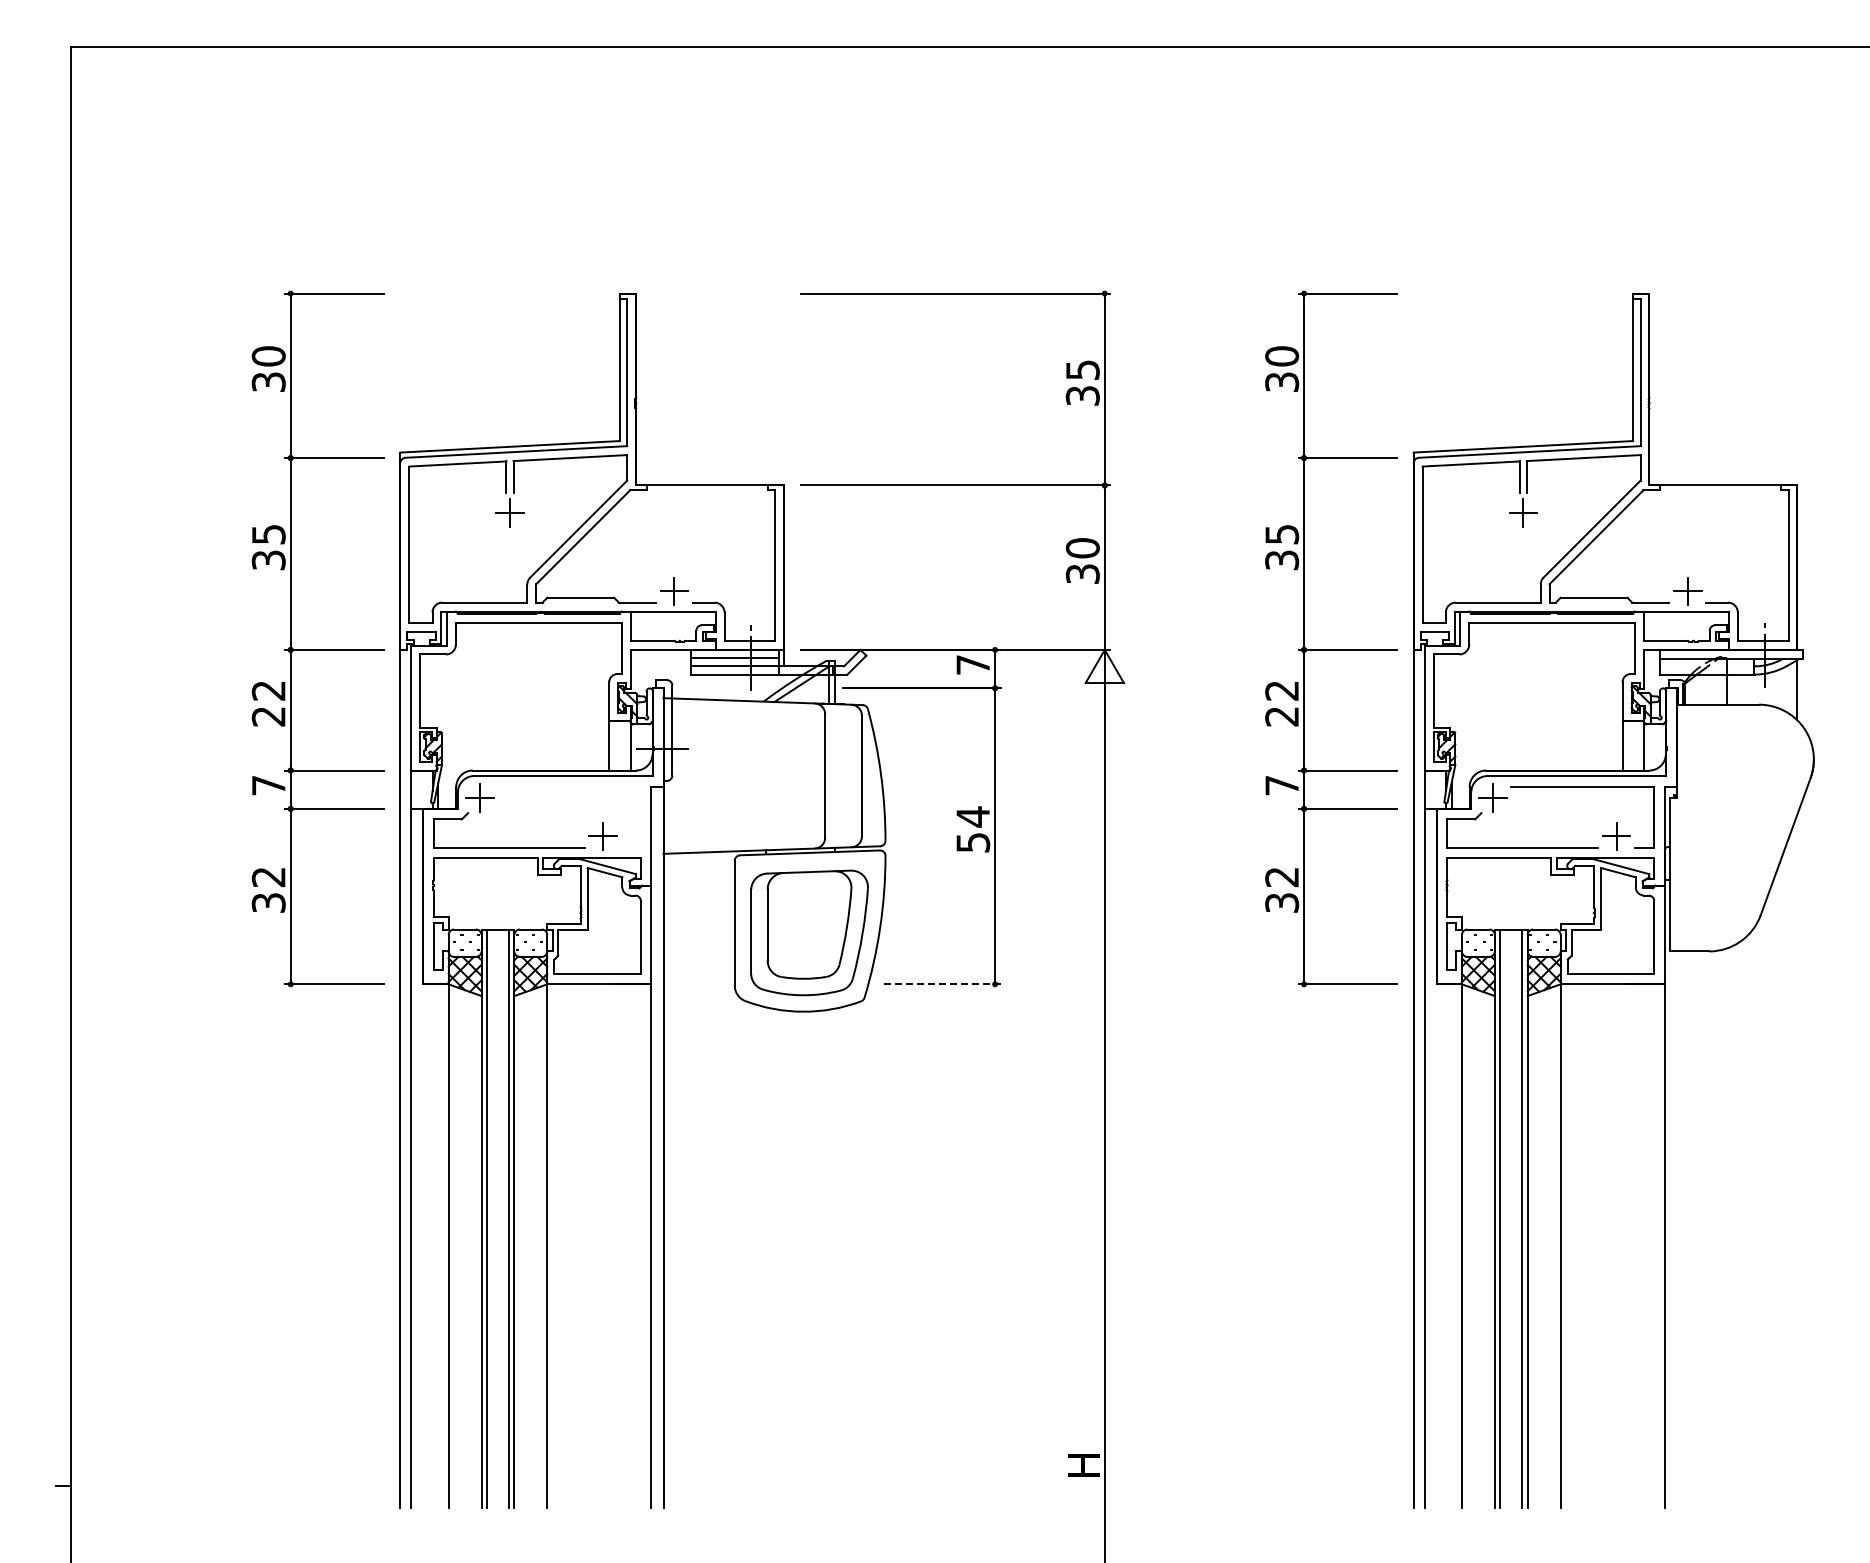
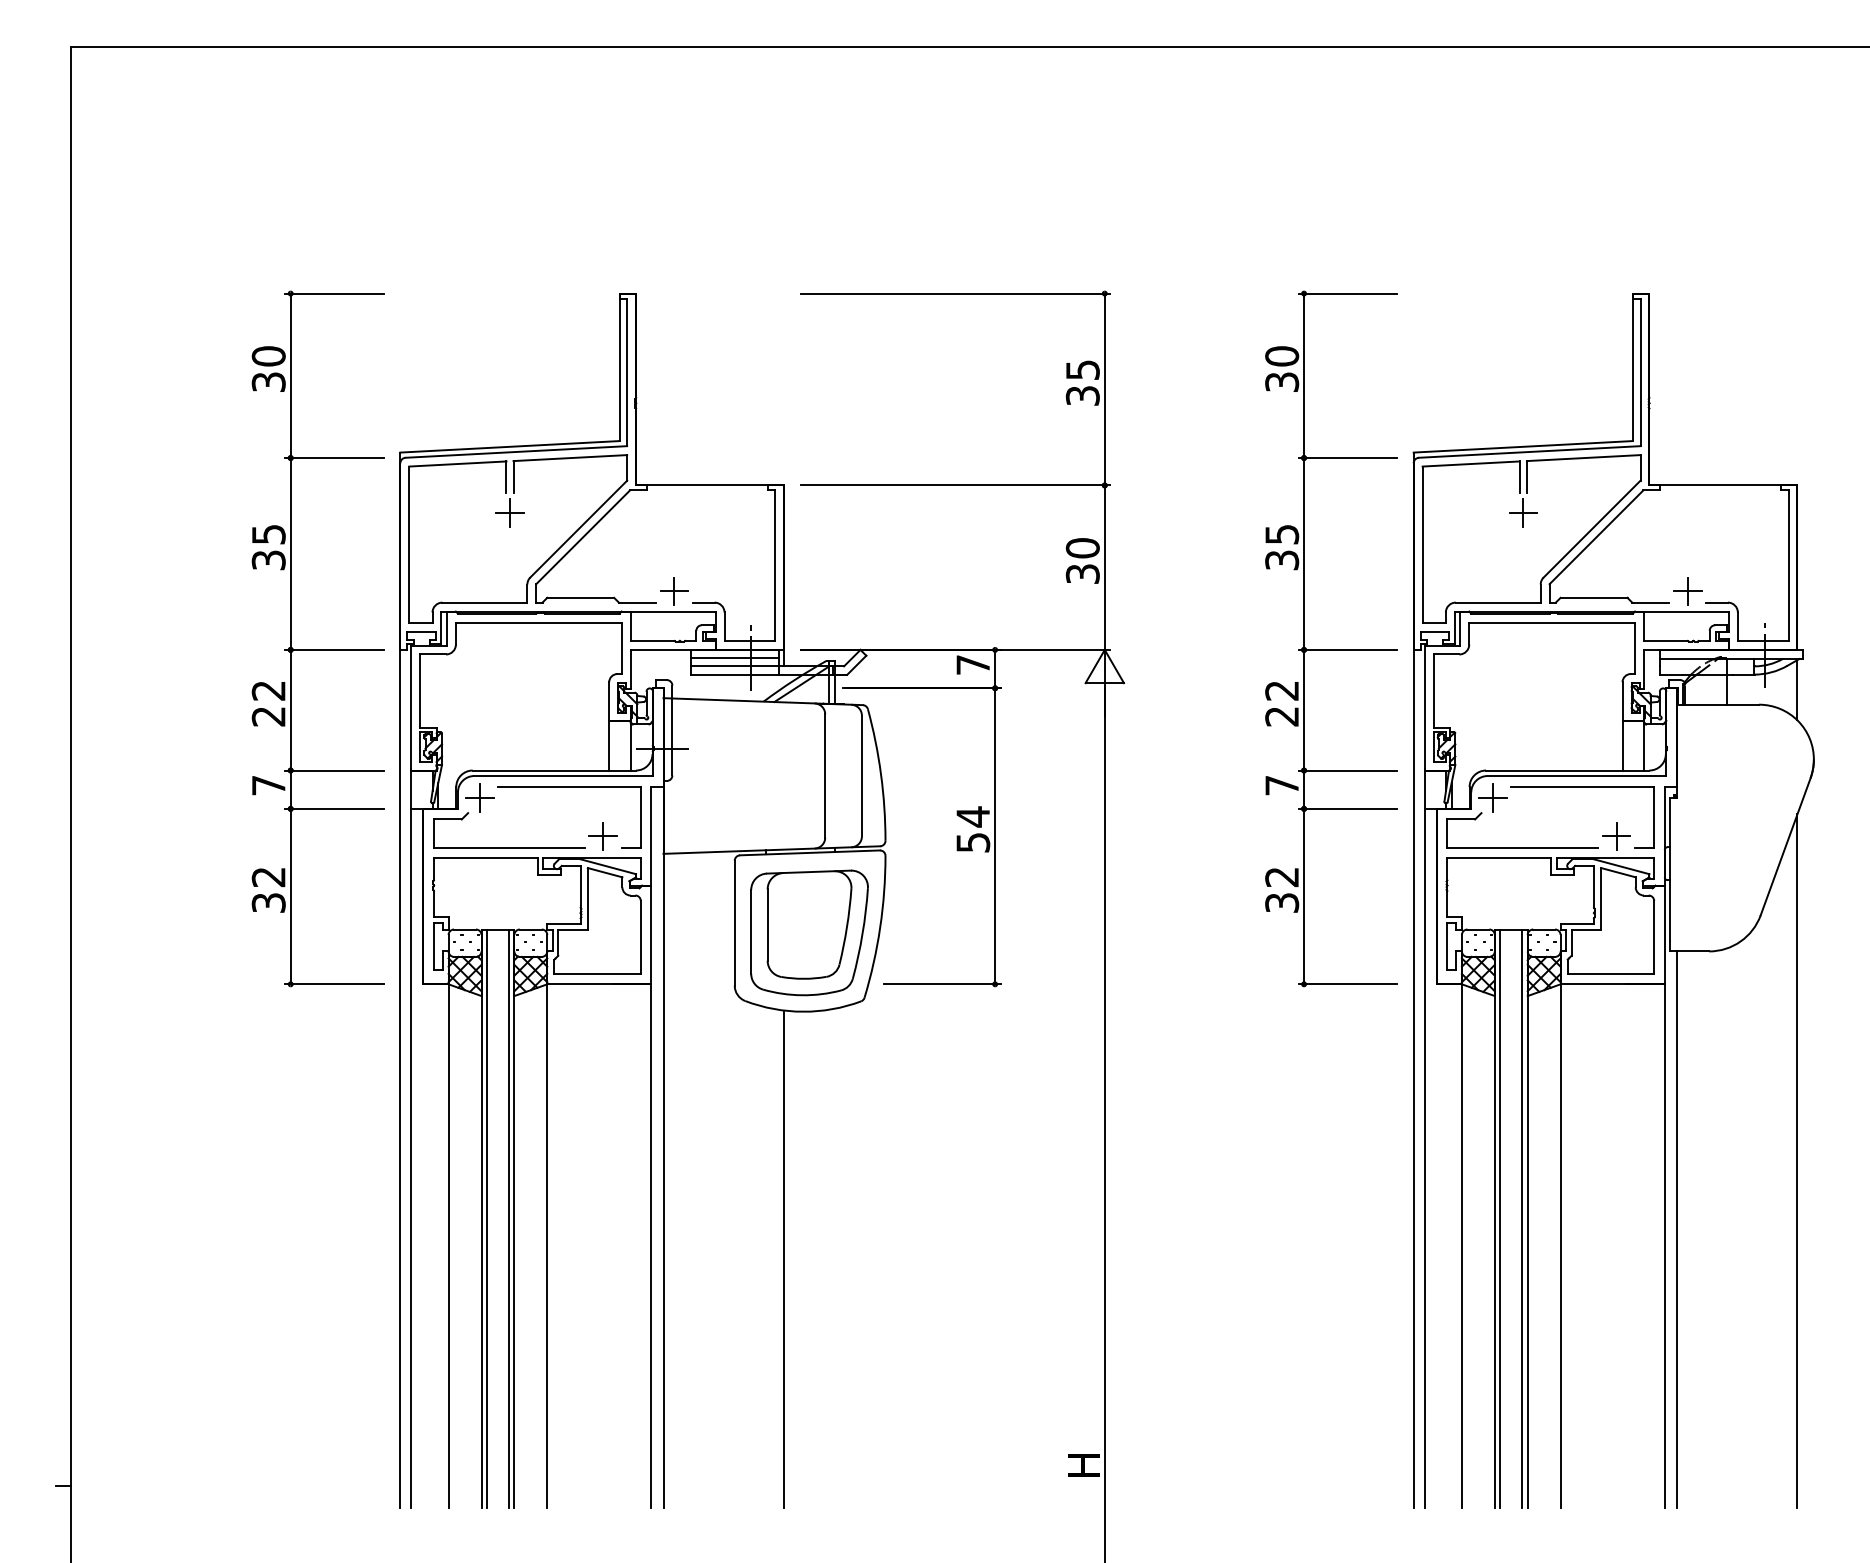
part at (569, 787): none -> present
line at (943, 984): dashed -> solid
line at (1797, 1160): none -> present
line at (1676, 1229): none -> present
line at (784, 1258): none -> present
